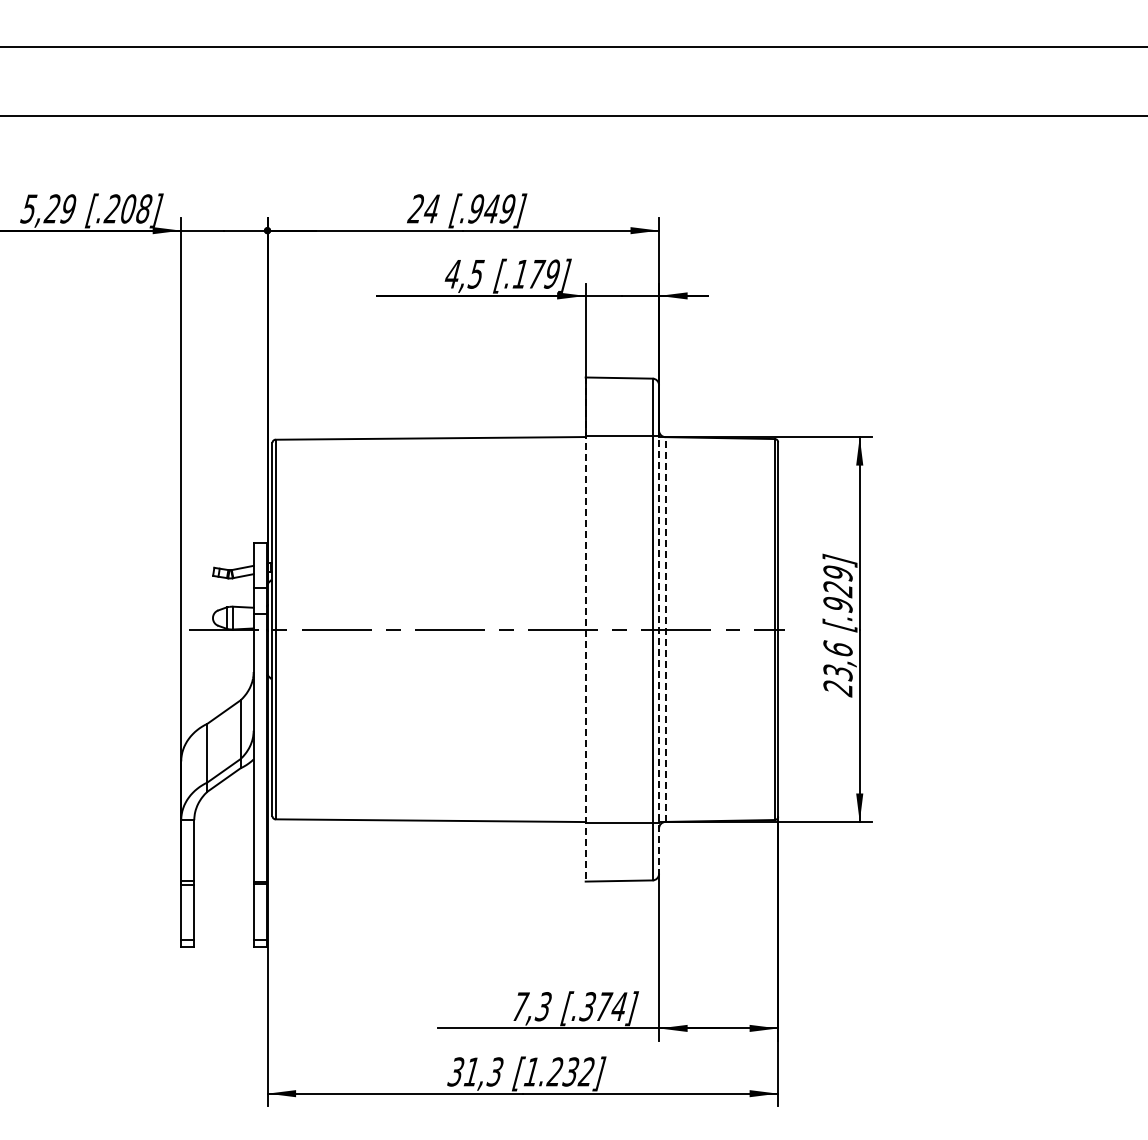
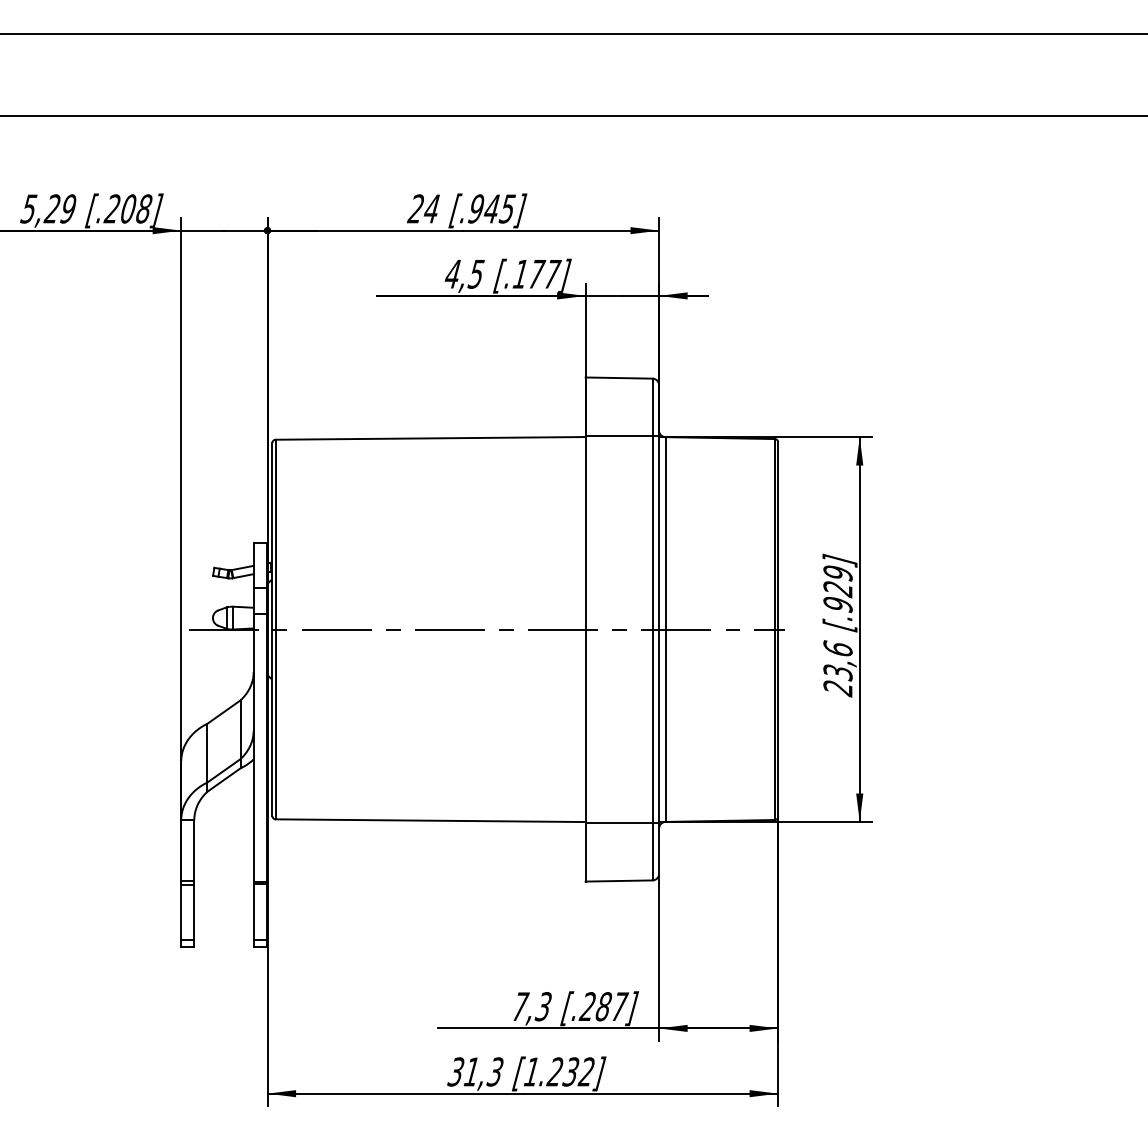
line at (573, 47) position: (573, 47) -> (573, 34)
text at (506, 208): [.949] -> [.945]
text at (552, 273): [.179] -> [.177]
line at (665, 629): dashed -> solid
line at (585, 630): dashed -> solid
line at (659, 630): dashed -> solid
text at (603, 1006): [.374] -> [.287]
